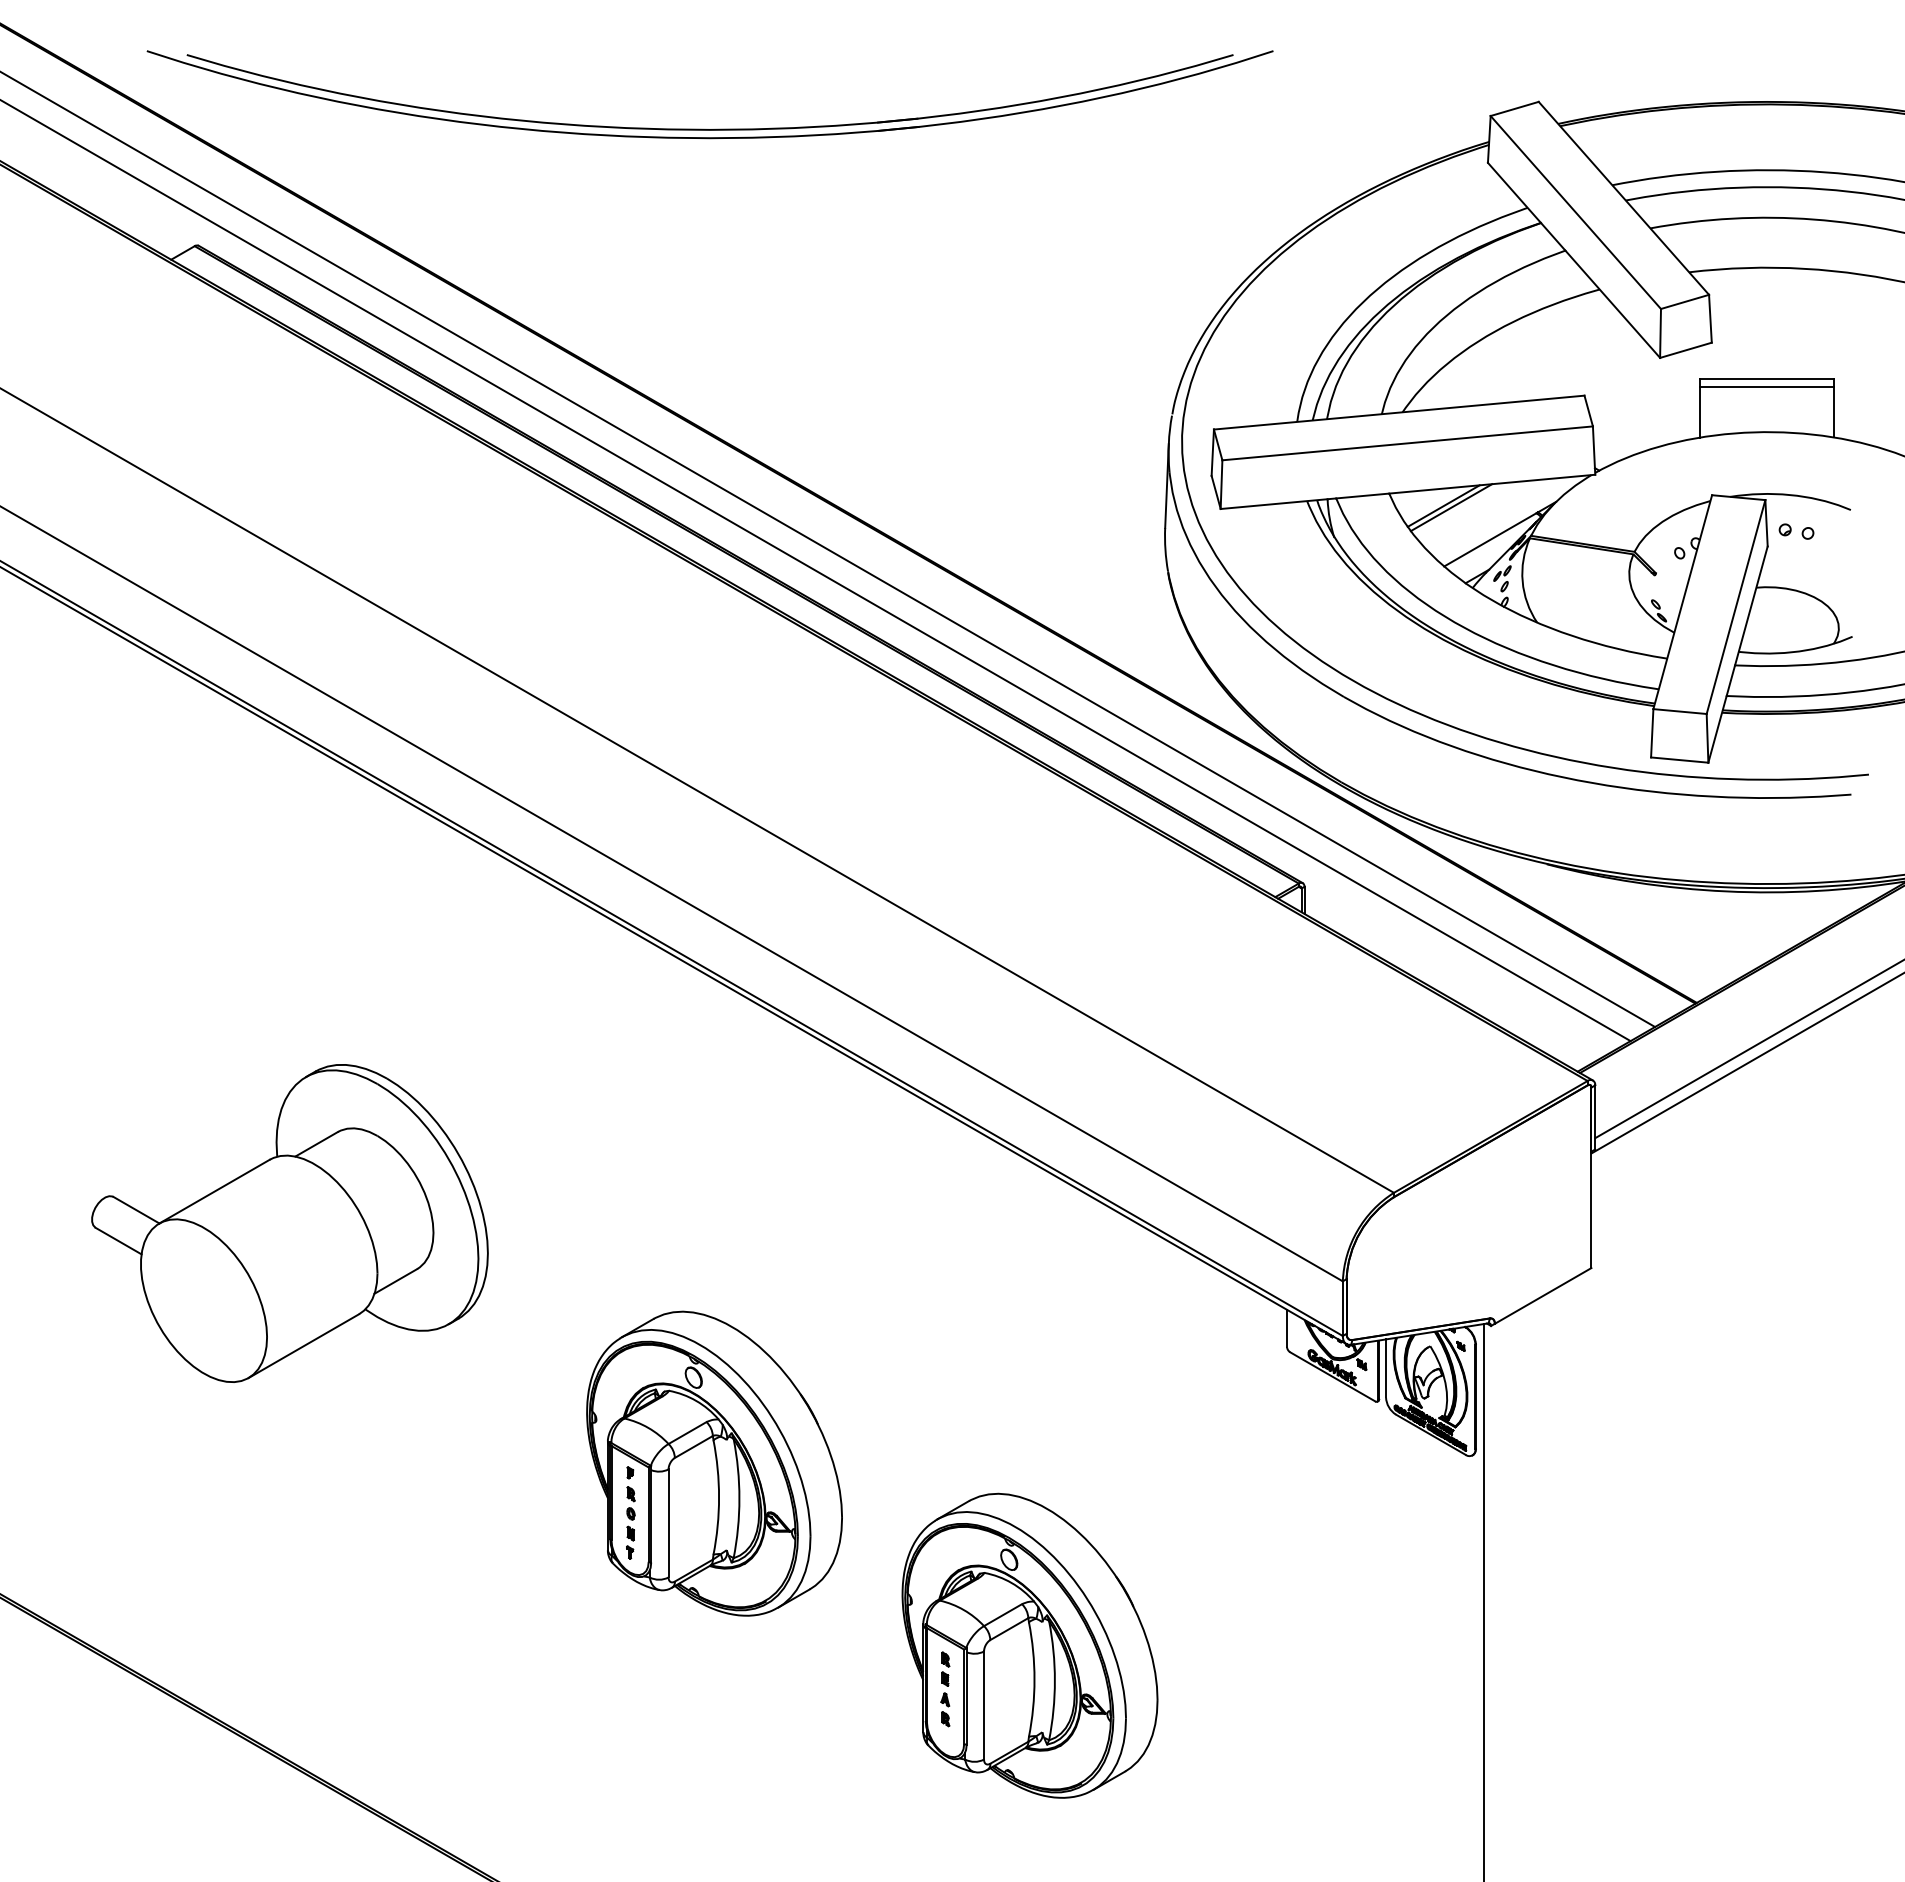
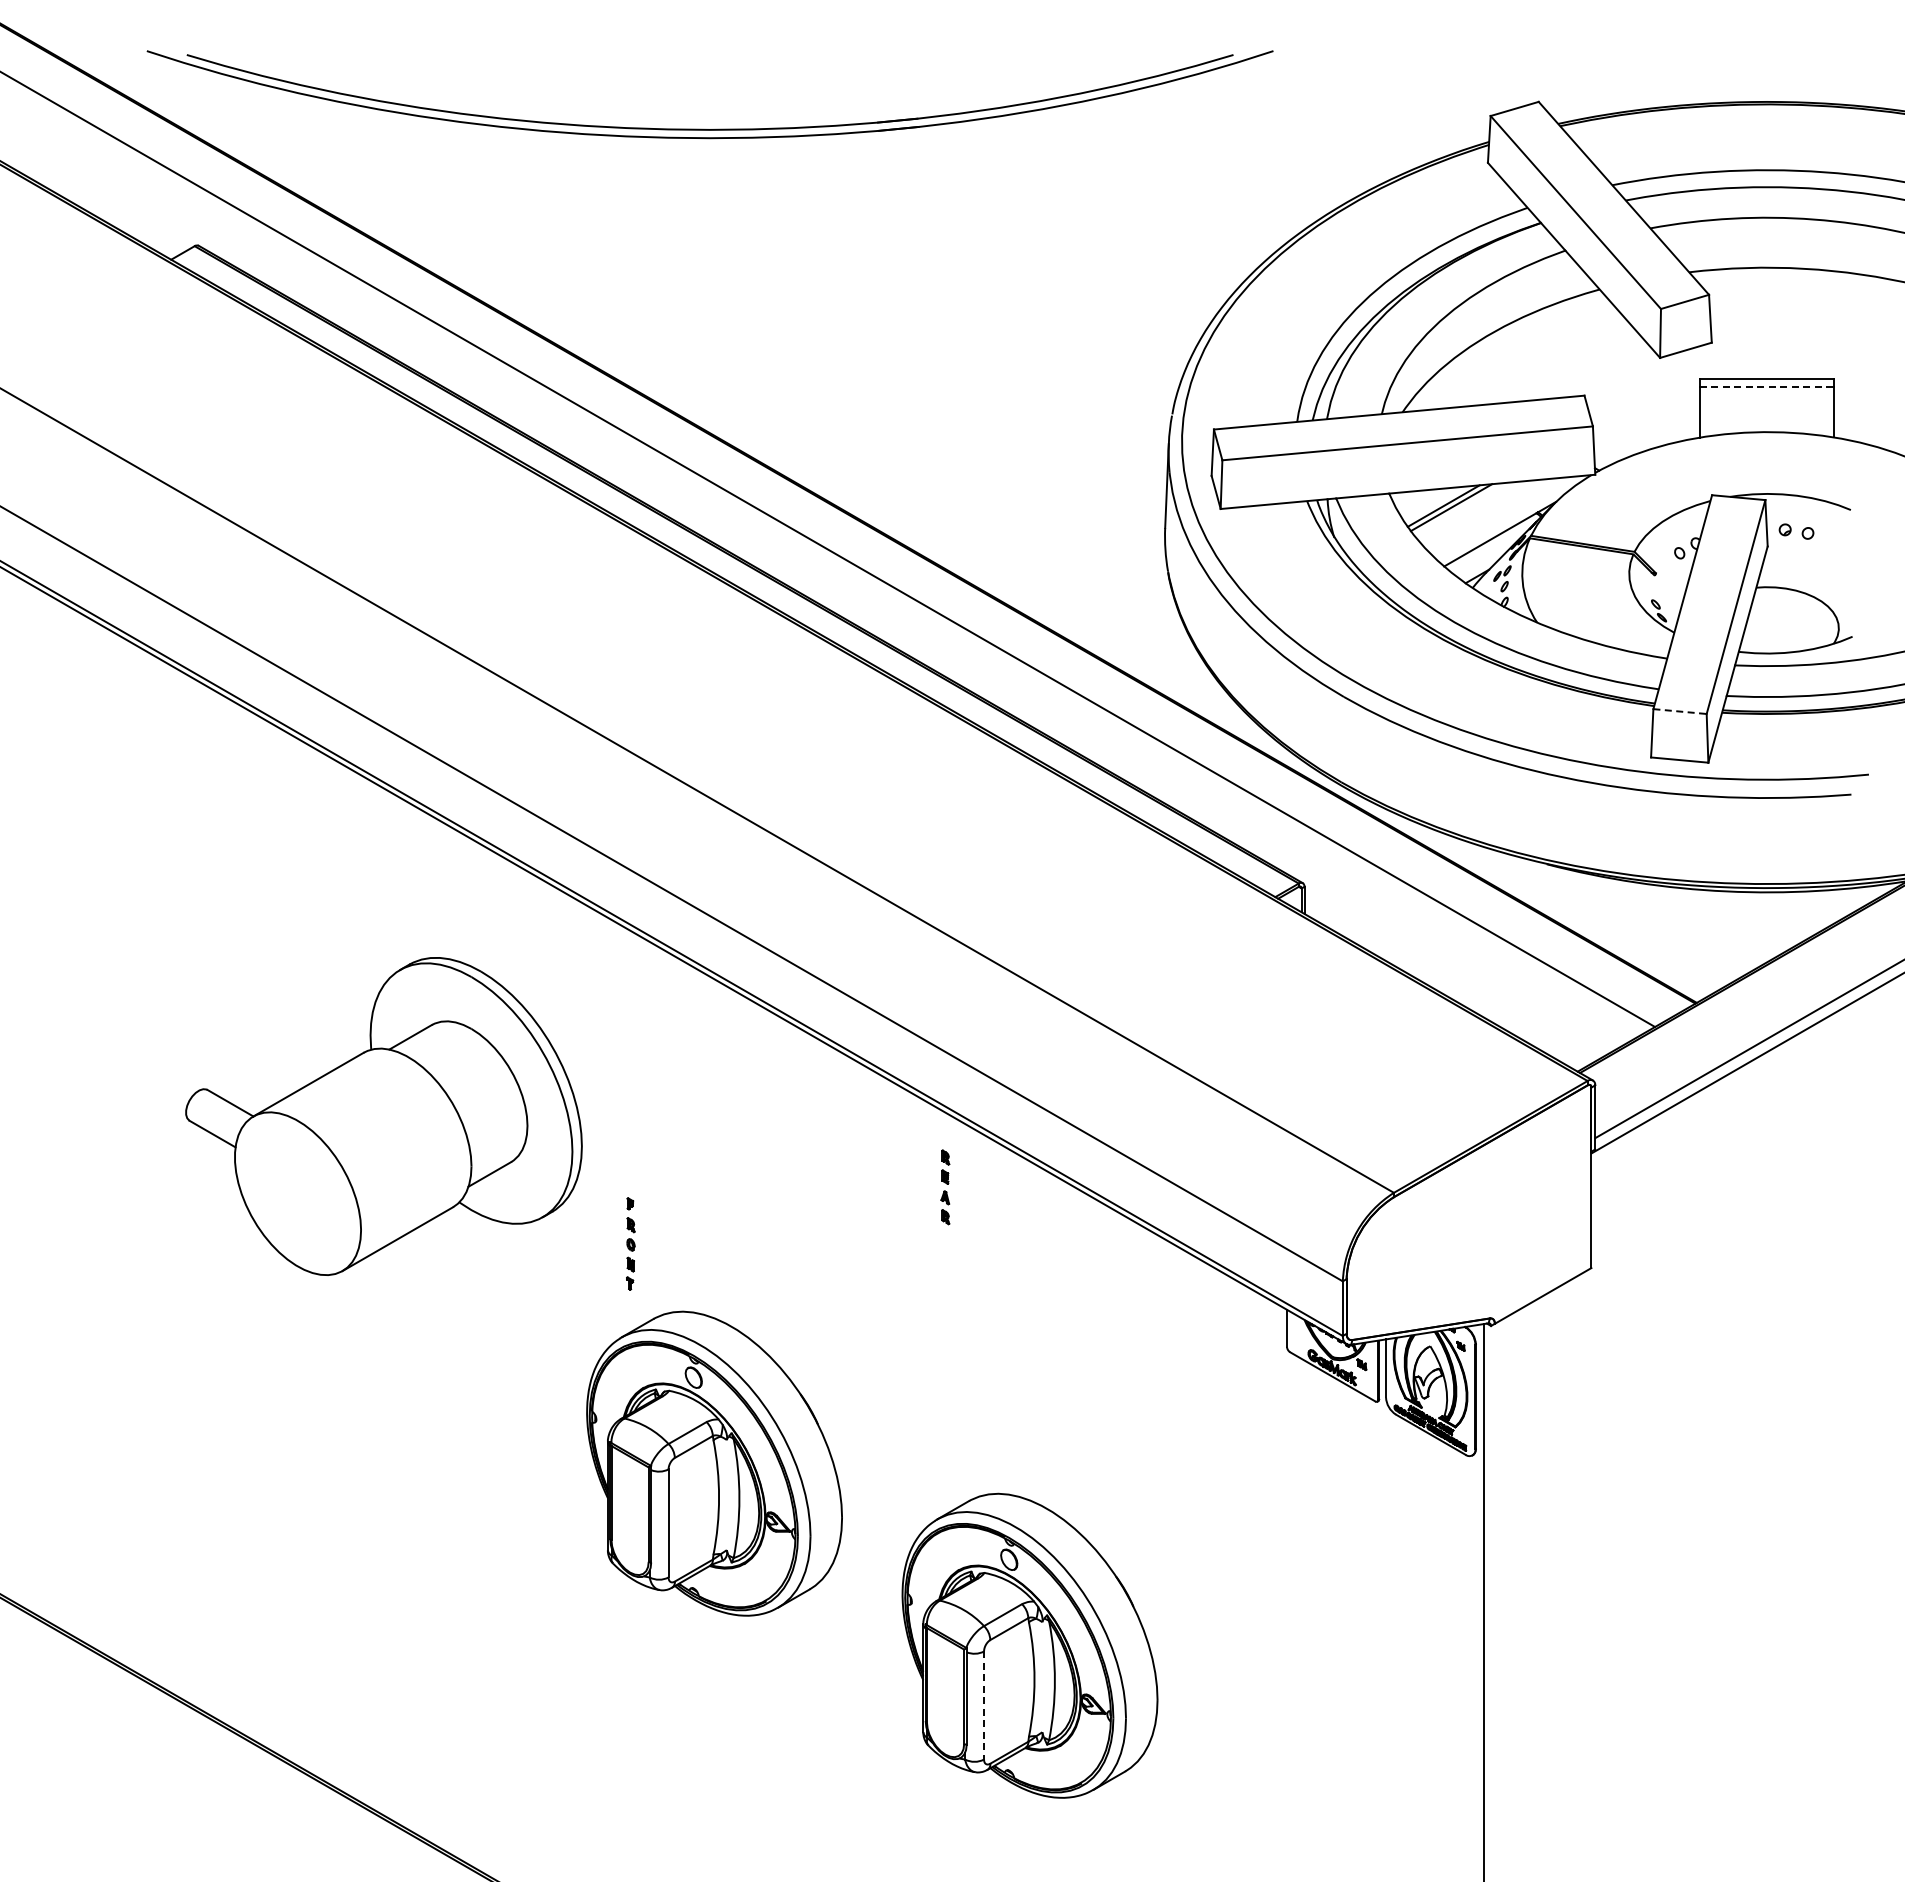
line at (1766, 386): solid -> dashed
line at (816, 571): present -> none
line at (1680, 711): solid -> dashed
part at (289, 1223) position: (289, 1223) -> (383, 1116)
part at (630, 1512) position: (630, 1512) -> (630, 1243)
part at (945, 1689) position: (945, 1689) -> (945, 1187)
line at (984, 1706): solid -> dashed
